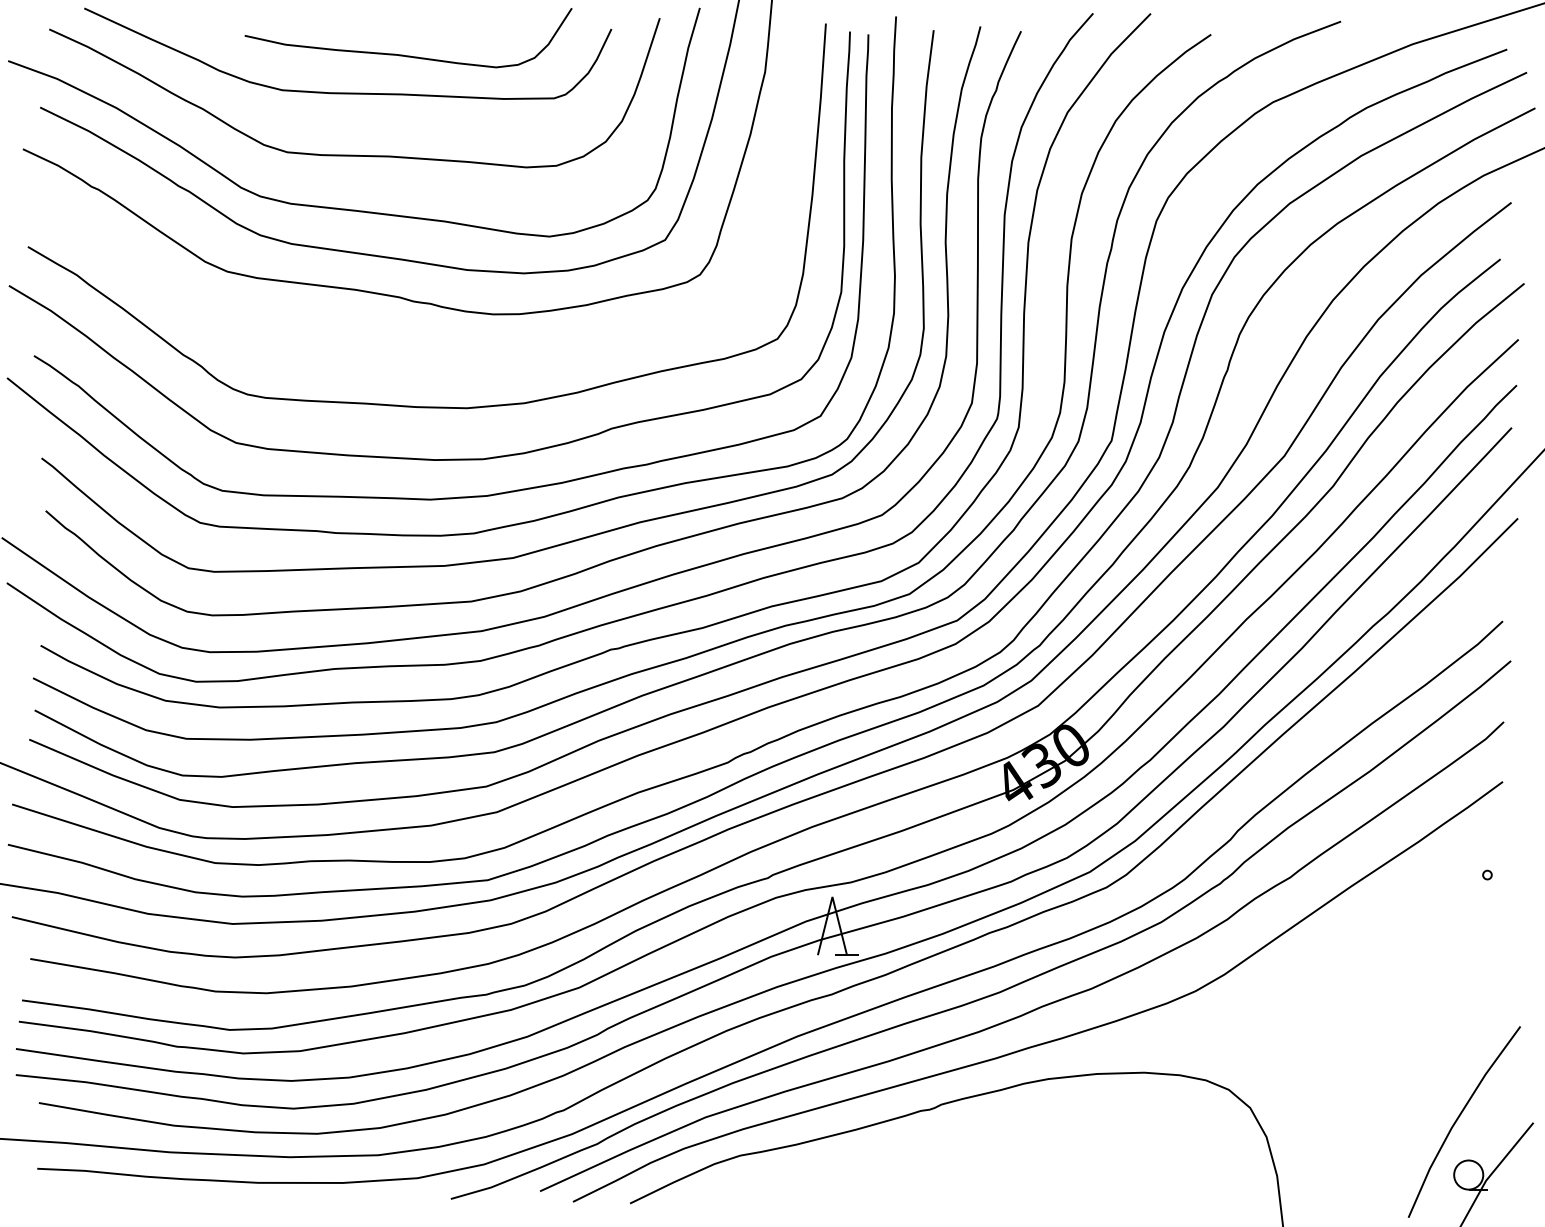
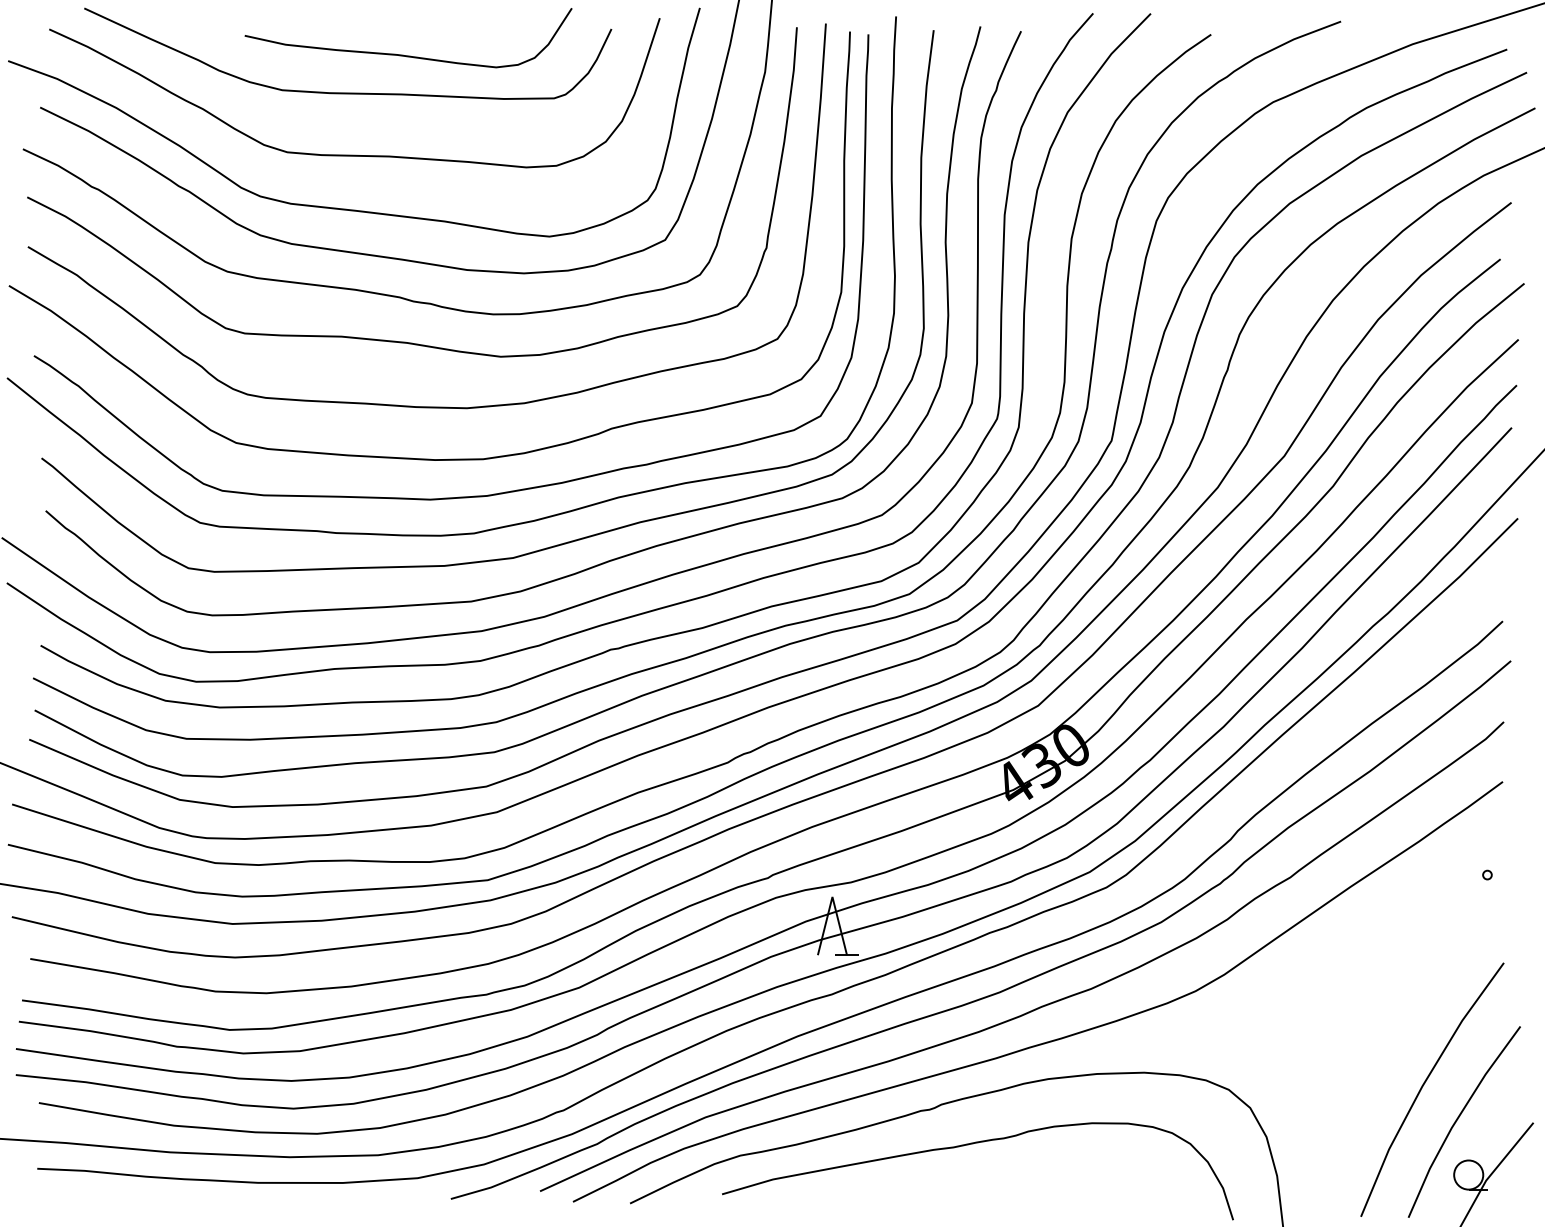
curve at (395, 340): none -> present
line at (1425, 1083): none -> present
curve at (973, 1144): none -> present
